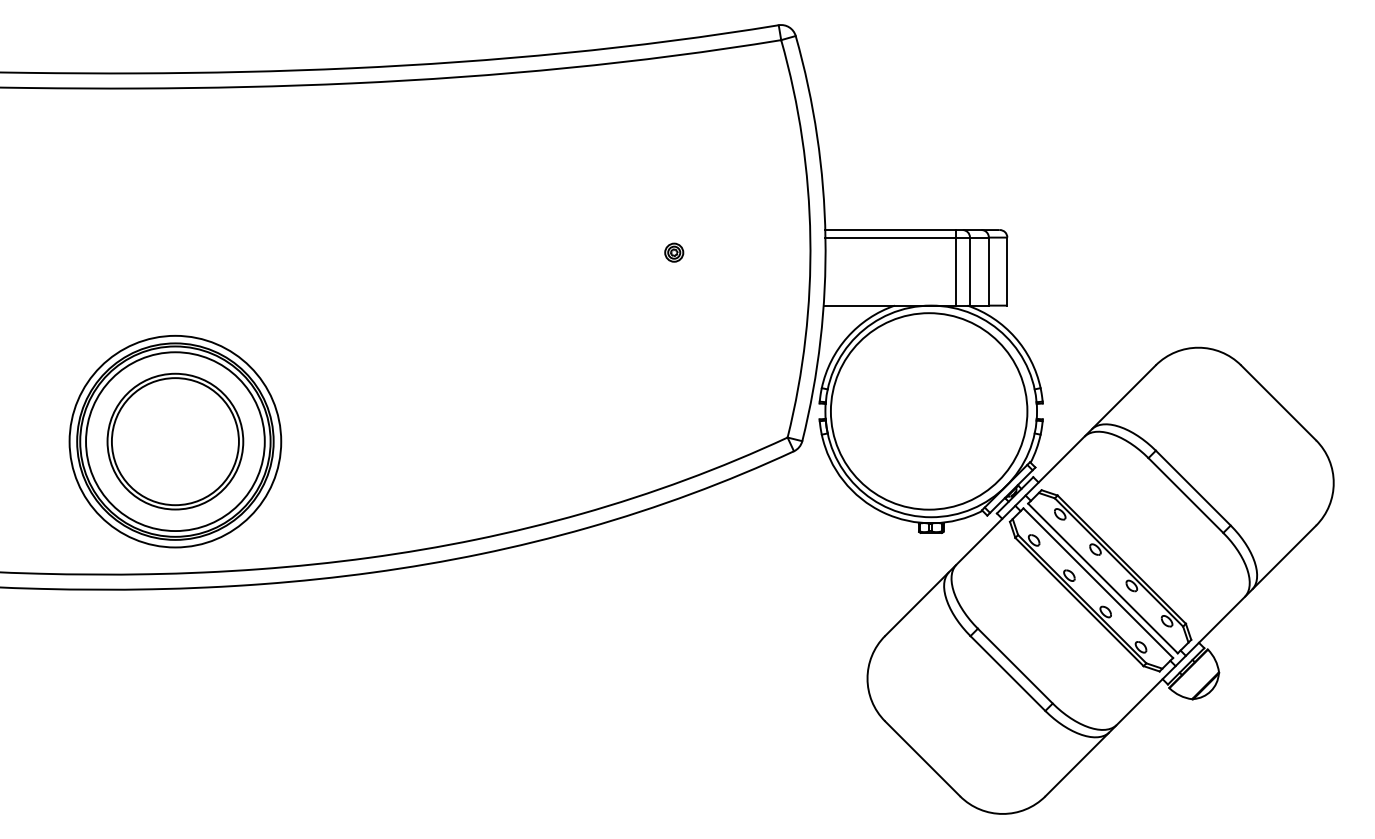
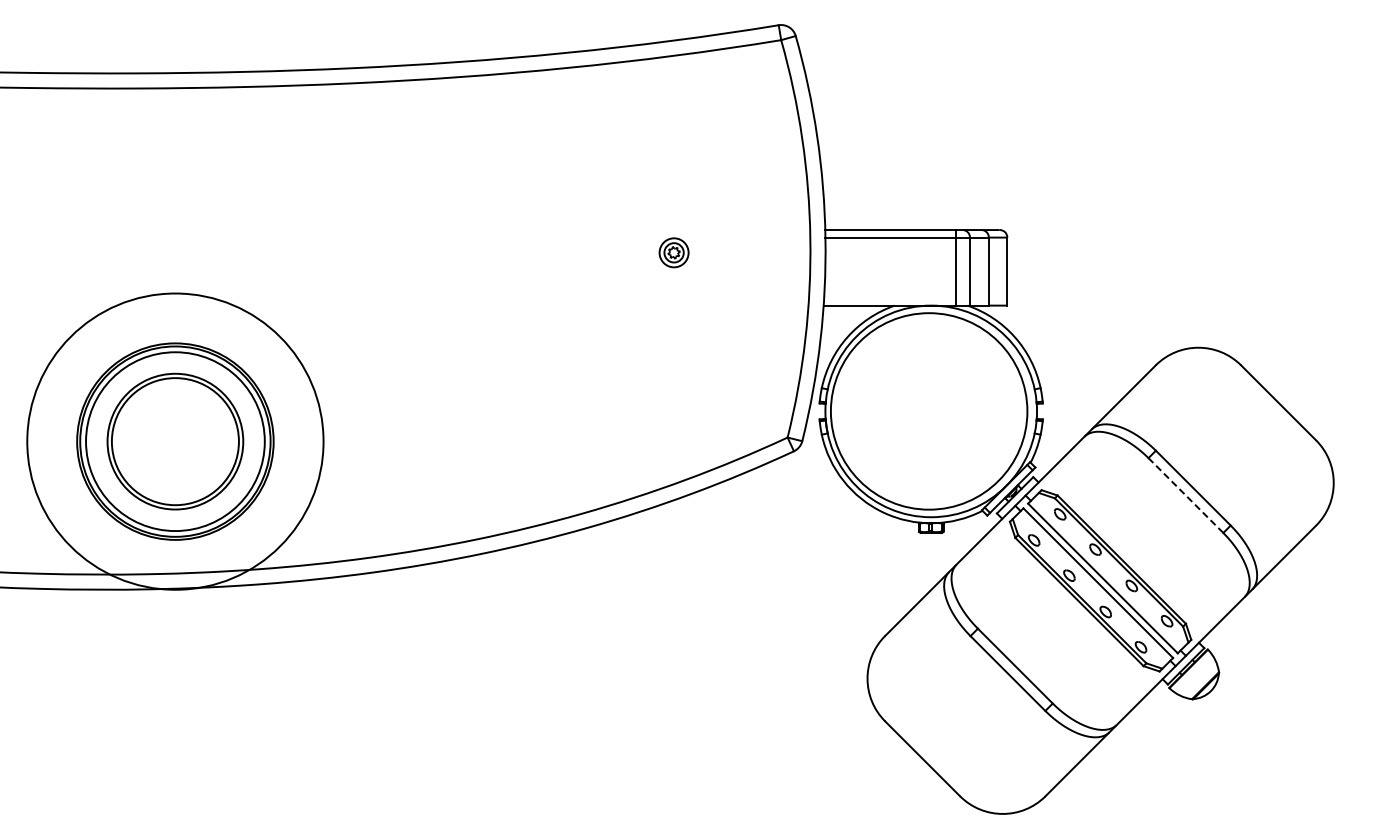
part at (674, 252) size: 21x21 px -> 32x32 px
circle at (175, 441) diameter: 212 px -> 296 px
line at (1185, 495): solid -> dashed
